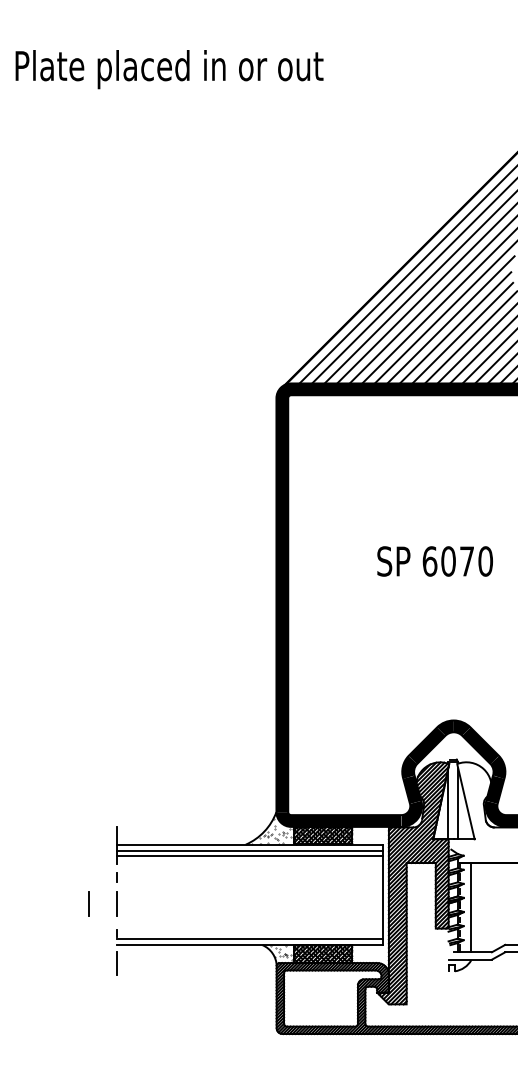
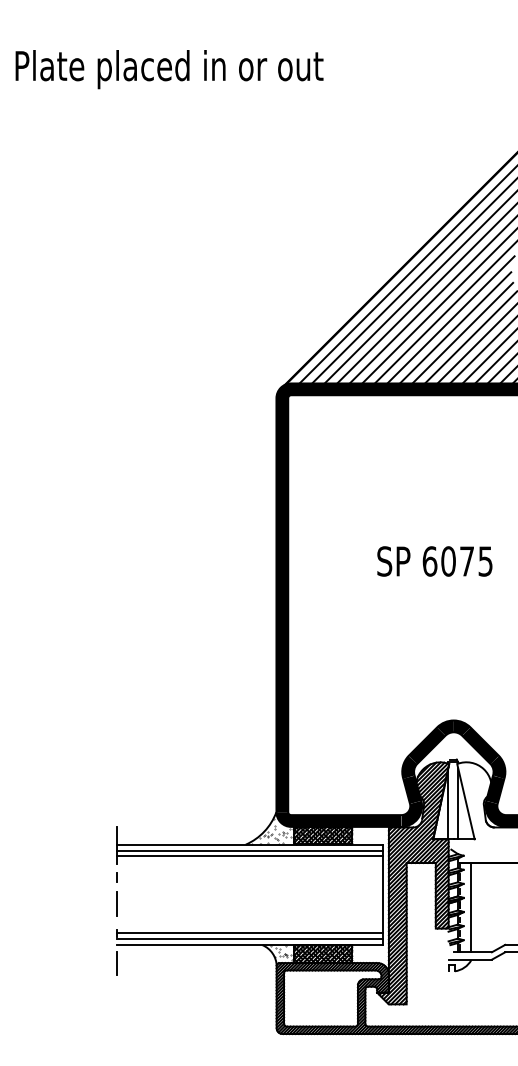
text at (485, 561): 6070 -> 6075
line at (88, 903): present -> none
line at (249, 933): none -> present
